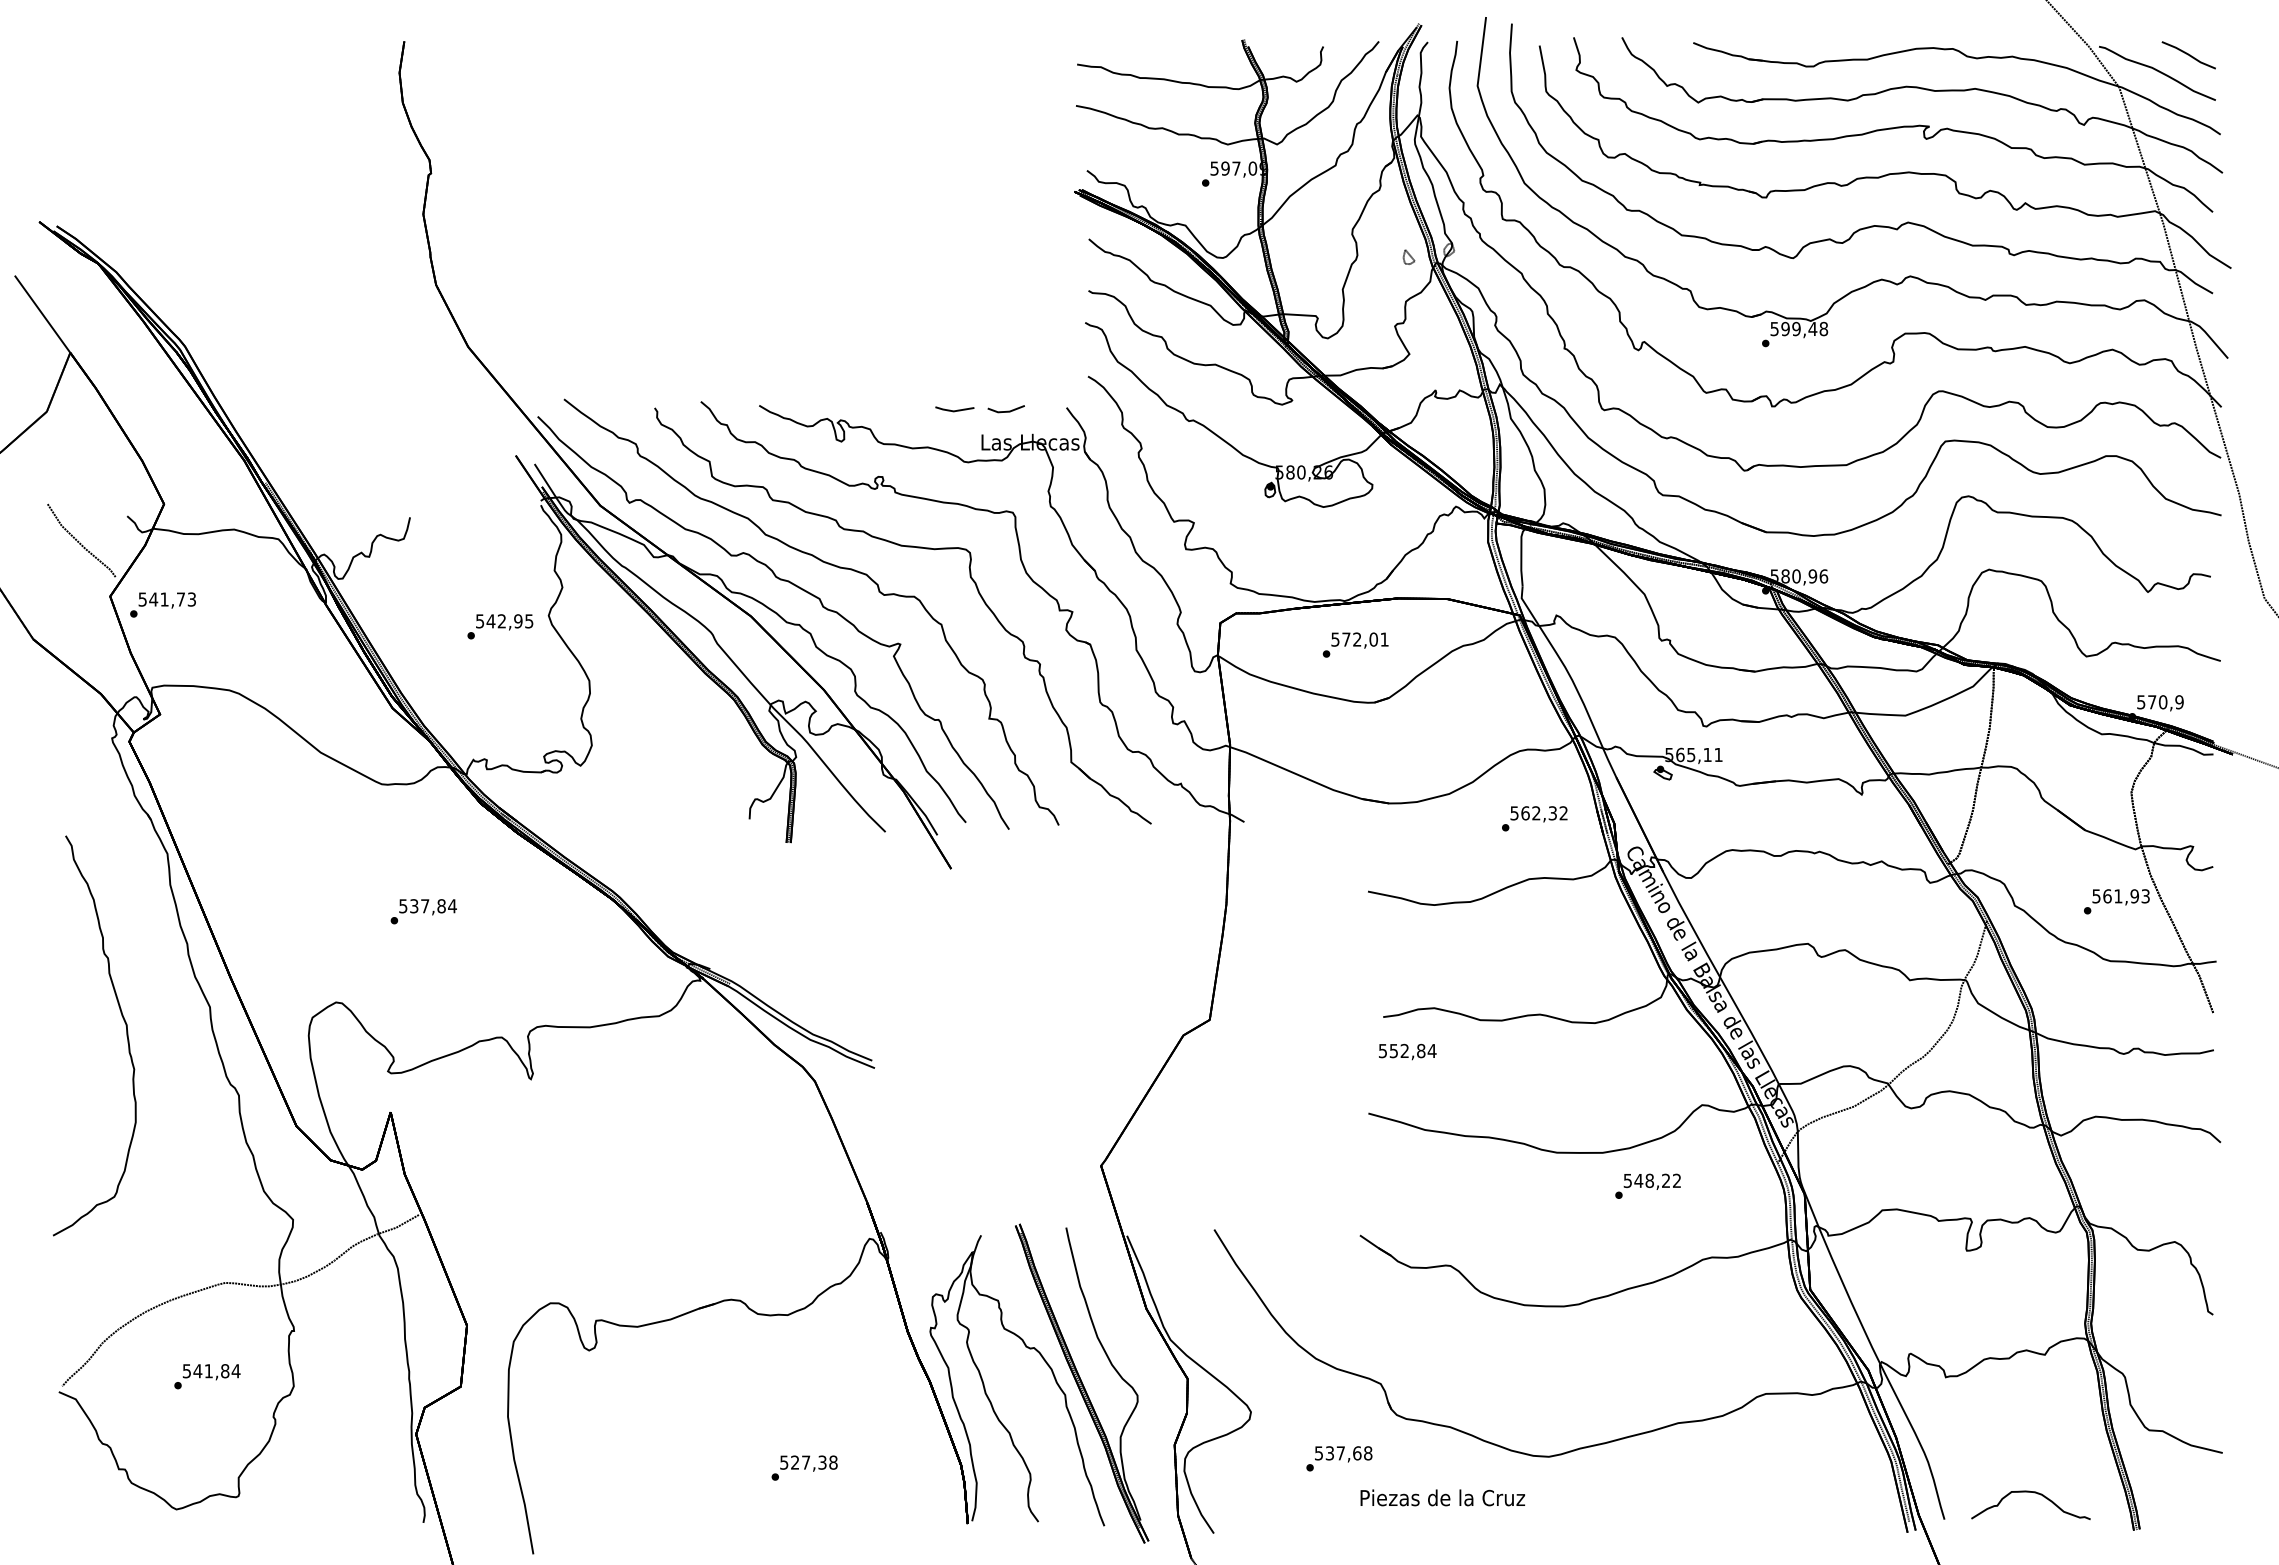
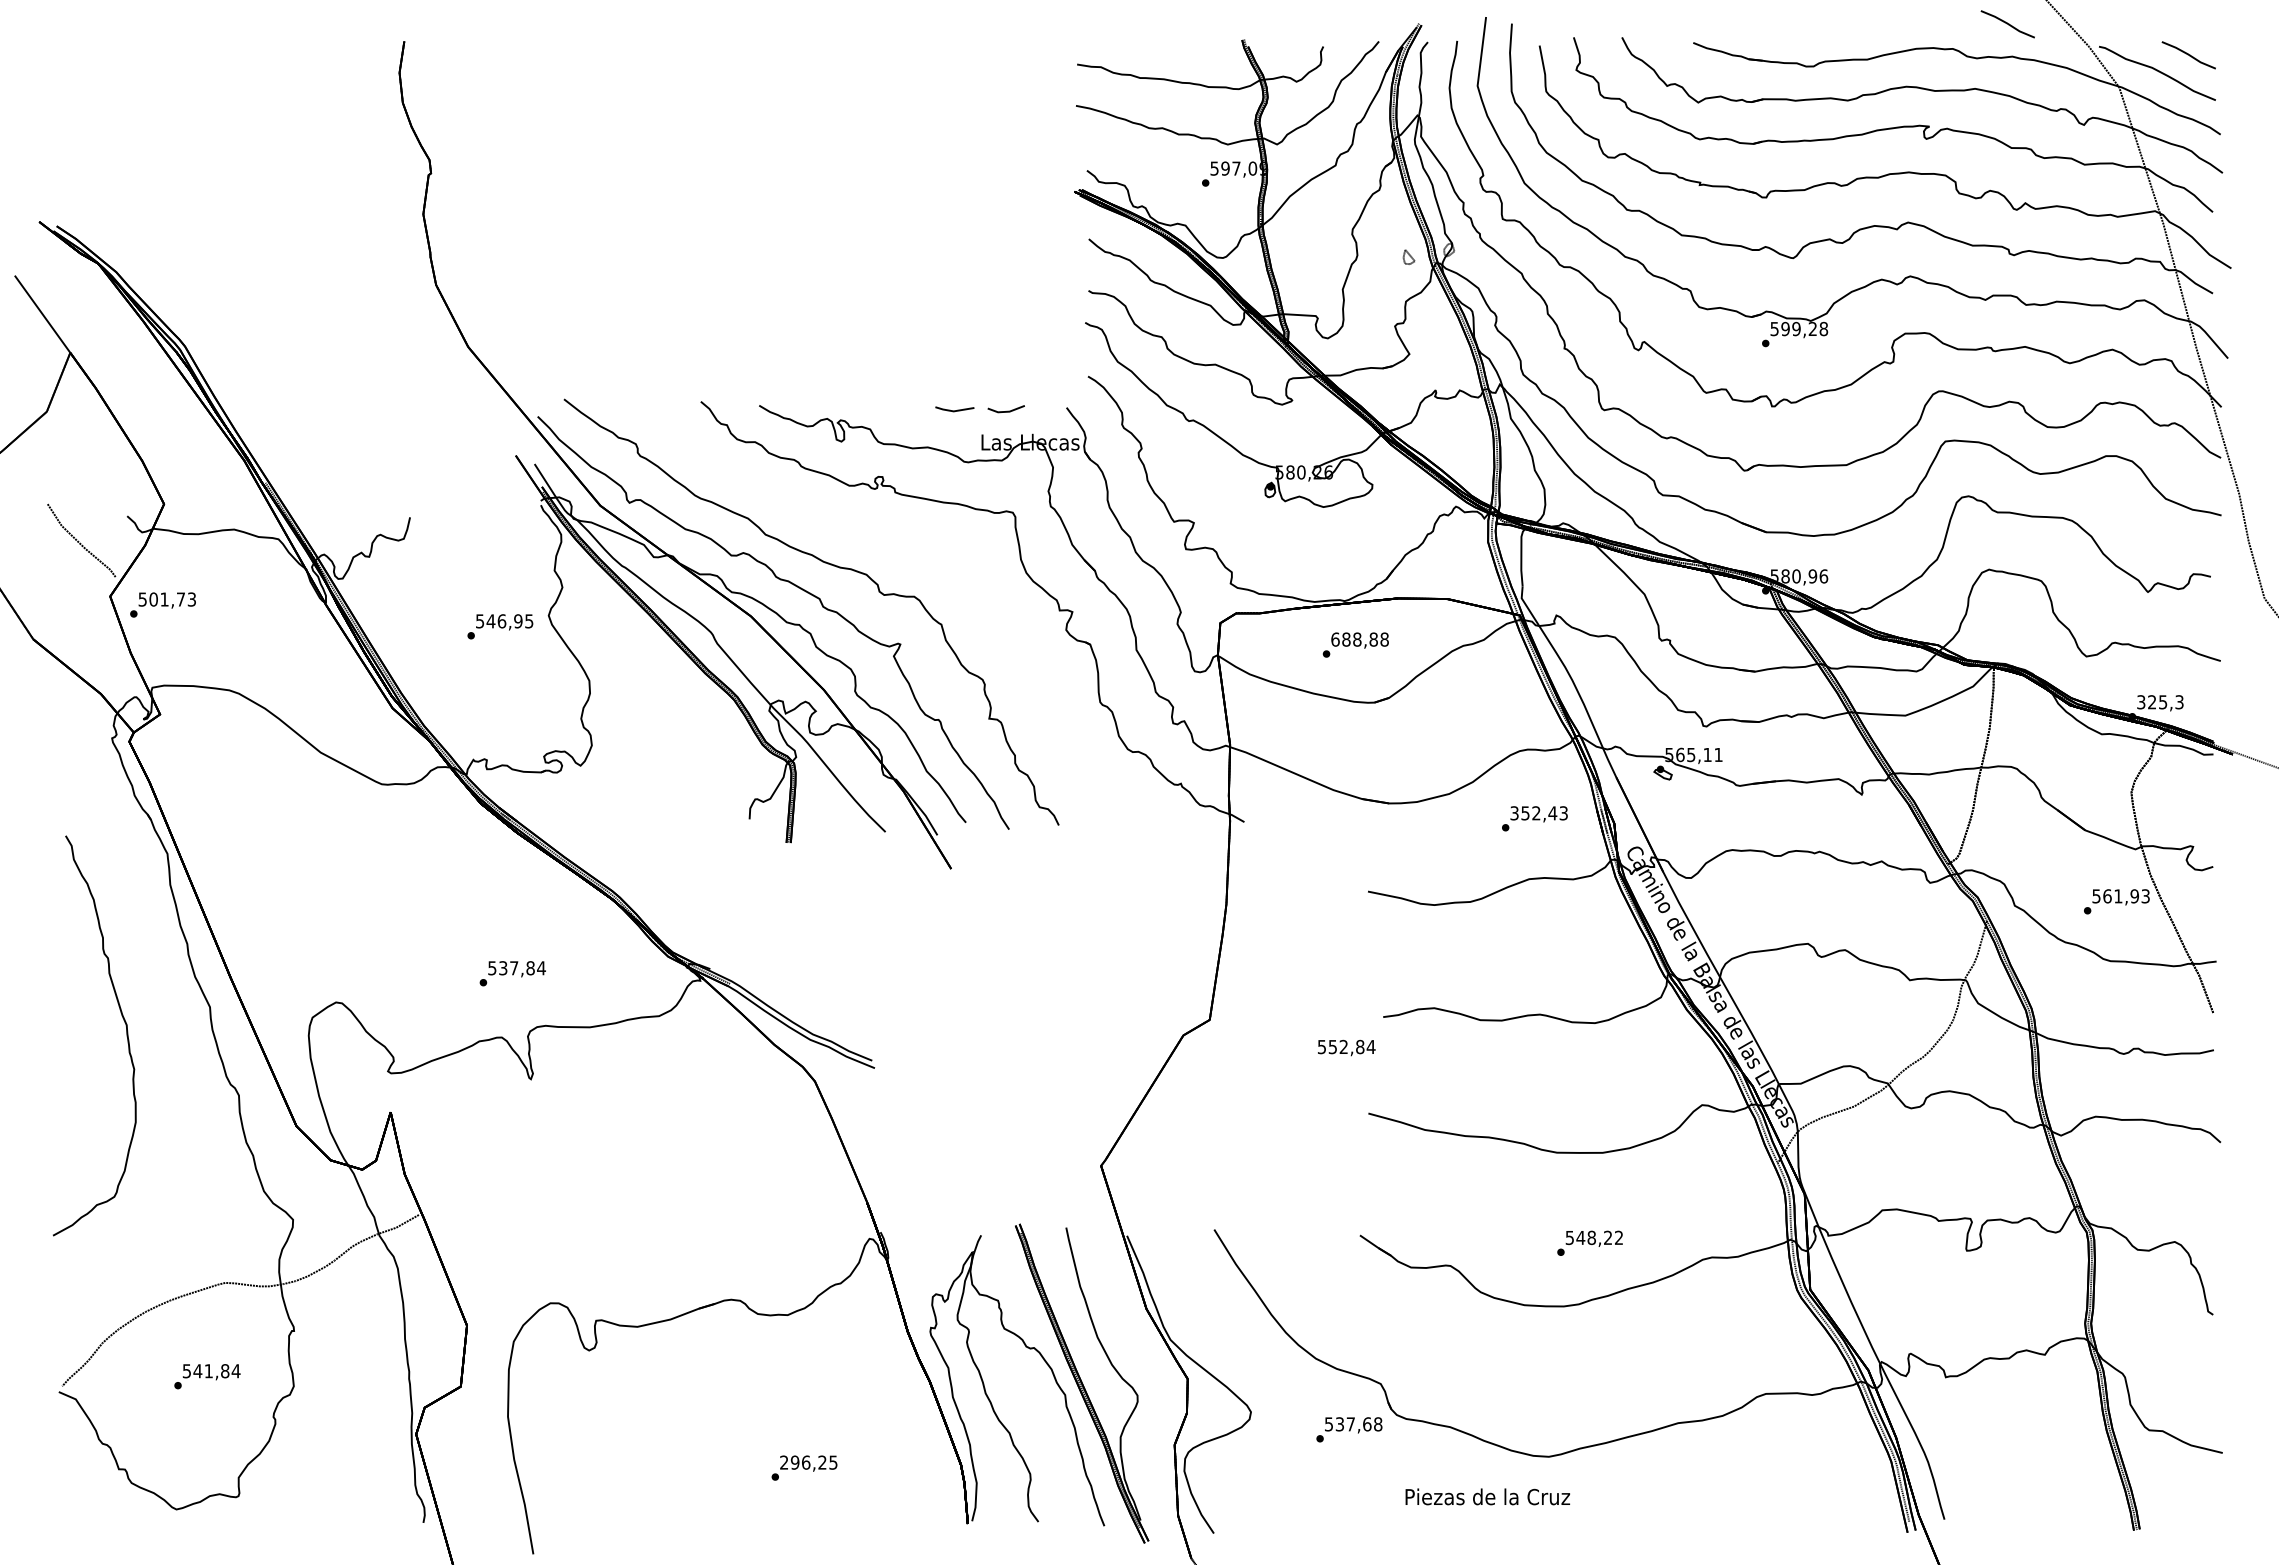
line at (2007, 24): none -> present
text at (1812, 328): 599,48 -> 599,28
part at (906, 547): present -> none
text at (153, 599): 541,73 -> 501,73
text at (501, 621): 542,95 -> 546,95
text at (1359, 639): 572,01 -> 688,88
text at (2160, 702): 570,9 -> 325,3
text at (1538, 813): 562,32 -> 352,43
text at (423, 911) position: (423, 911) -> (512, 973)
text at (1407, 1051) position: (1407, 1051) -> (1346, 1047)
text at (1647, 1185) position: (1647, 1185) -> (1589, 1242)
text at (1339, 1458) position: (1339, 1458) -> (1349, 1429)
text at (808, 1462): 527,38 -> 296,25
curve at (2034, 1493): present -> none
text at (1442, 1497) position: (1442, 1497) -> (1487, 1496)
